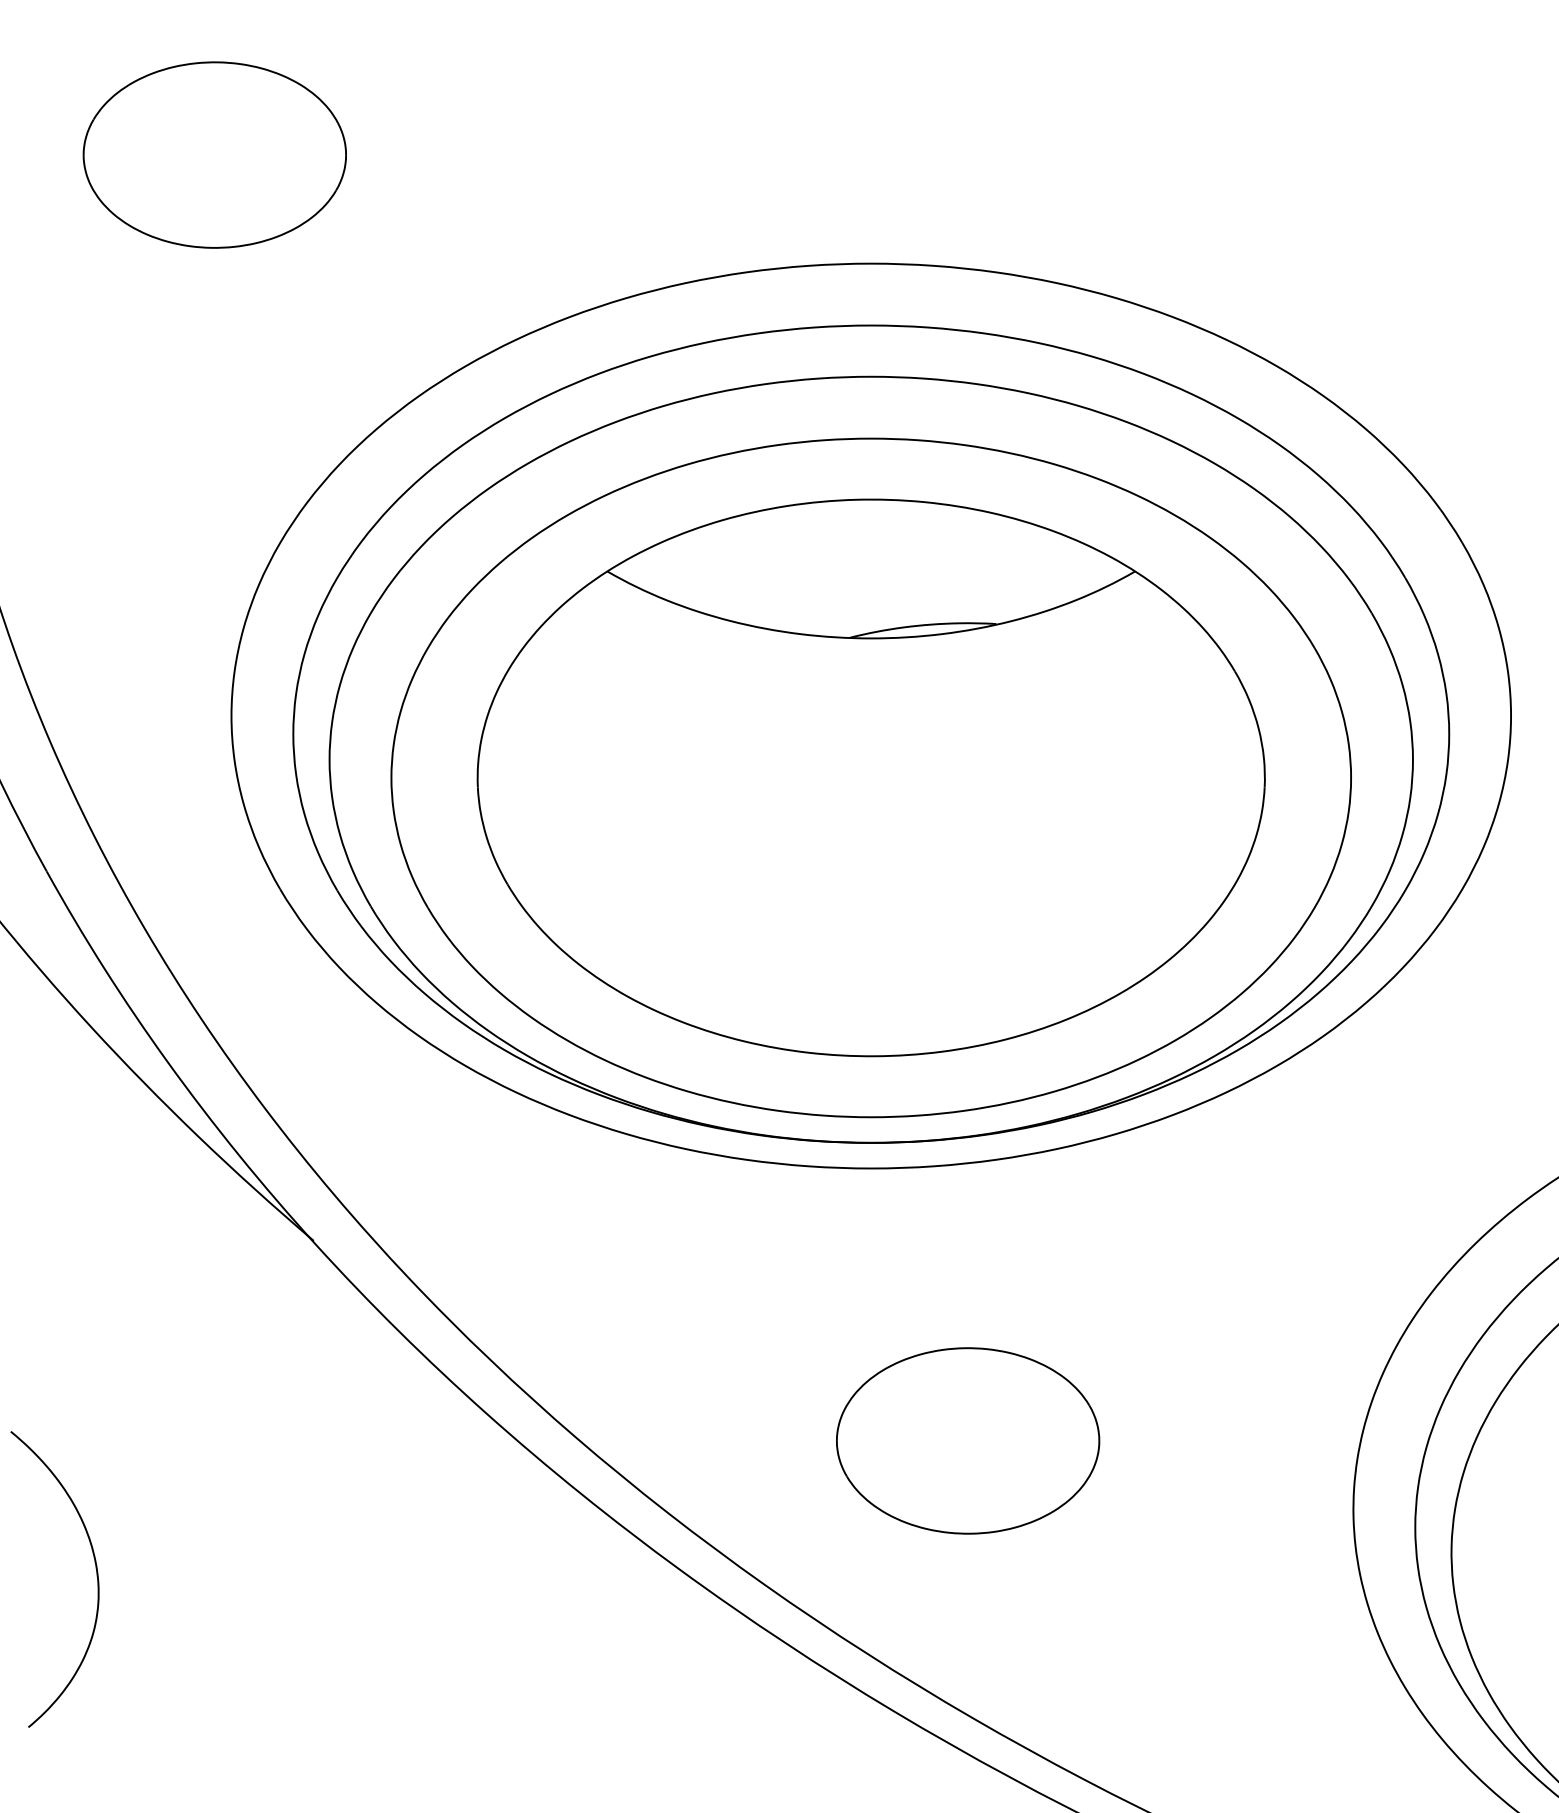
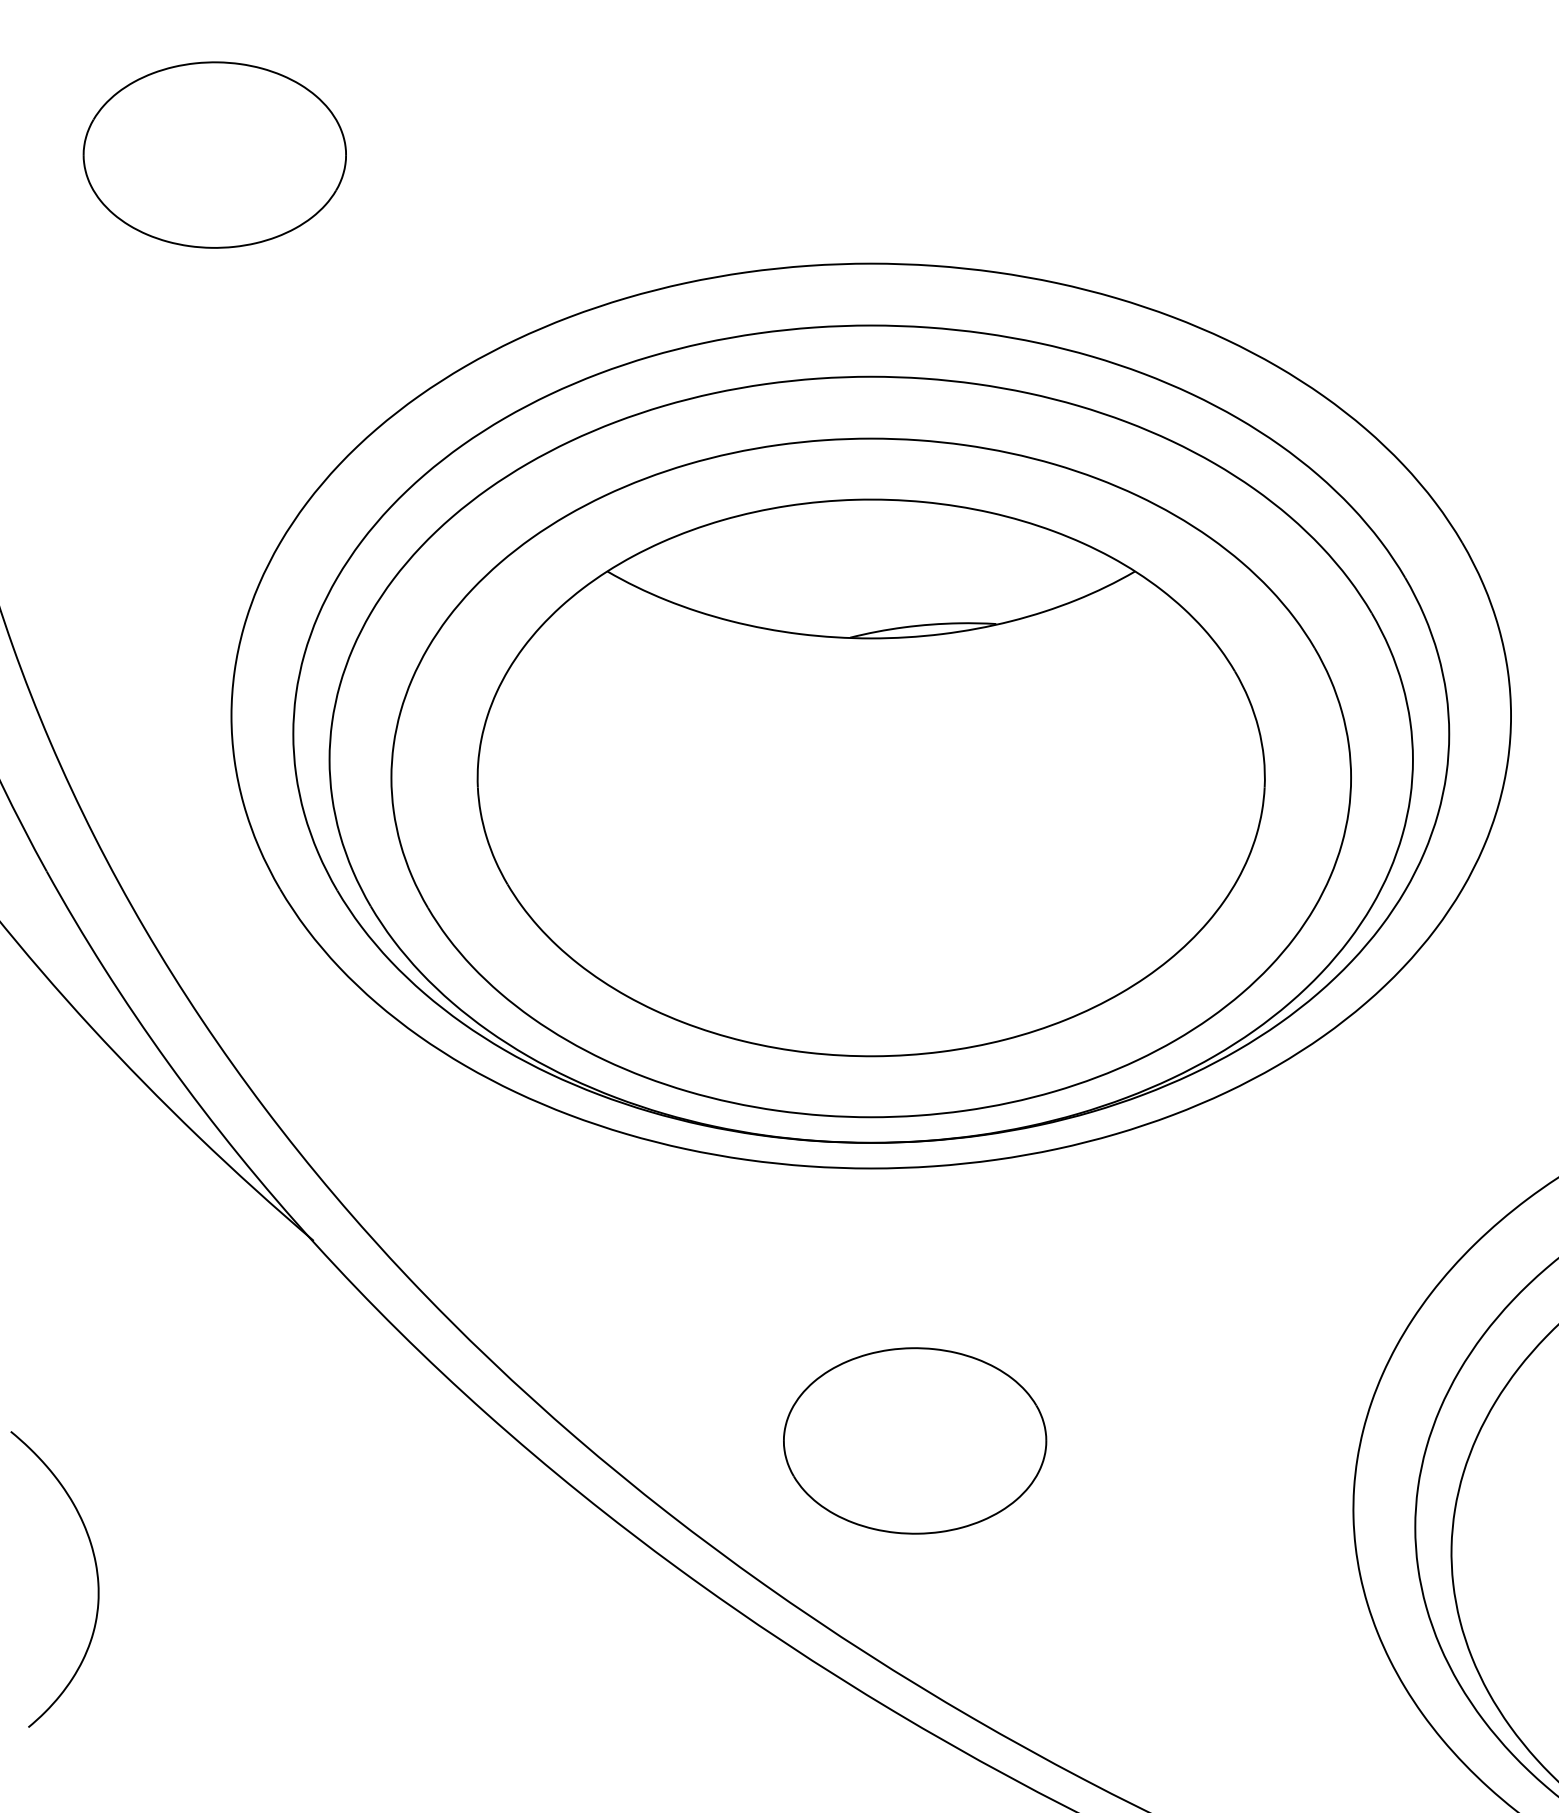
part at (968, 1440) position: (968, 1440) -> (915, 1440)
